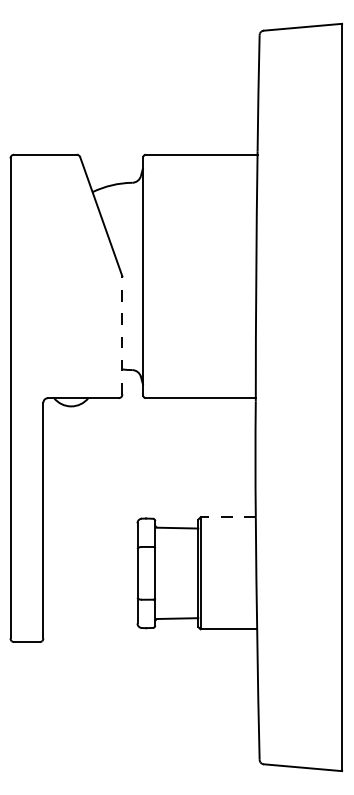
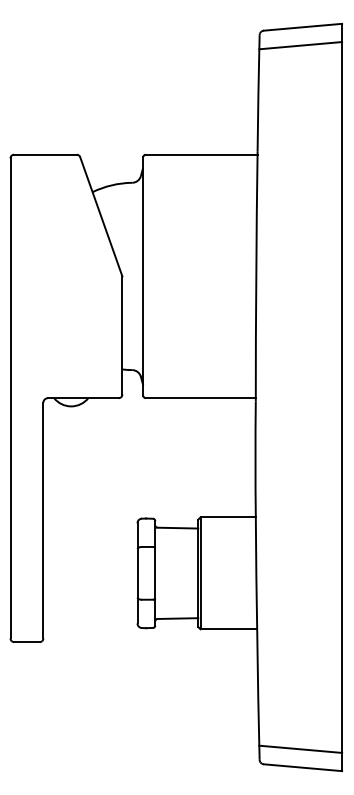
line at (300, 45): none -> present
line at (122, 334): dashed -> solid
line at (228, 517): dashed -> solid
line at (300, 748): none -> present
